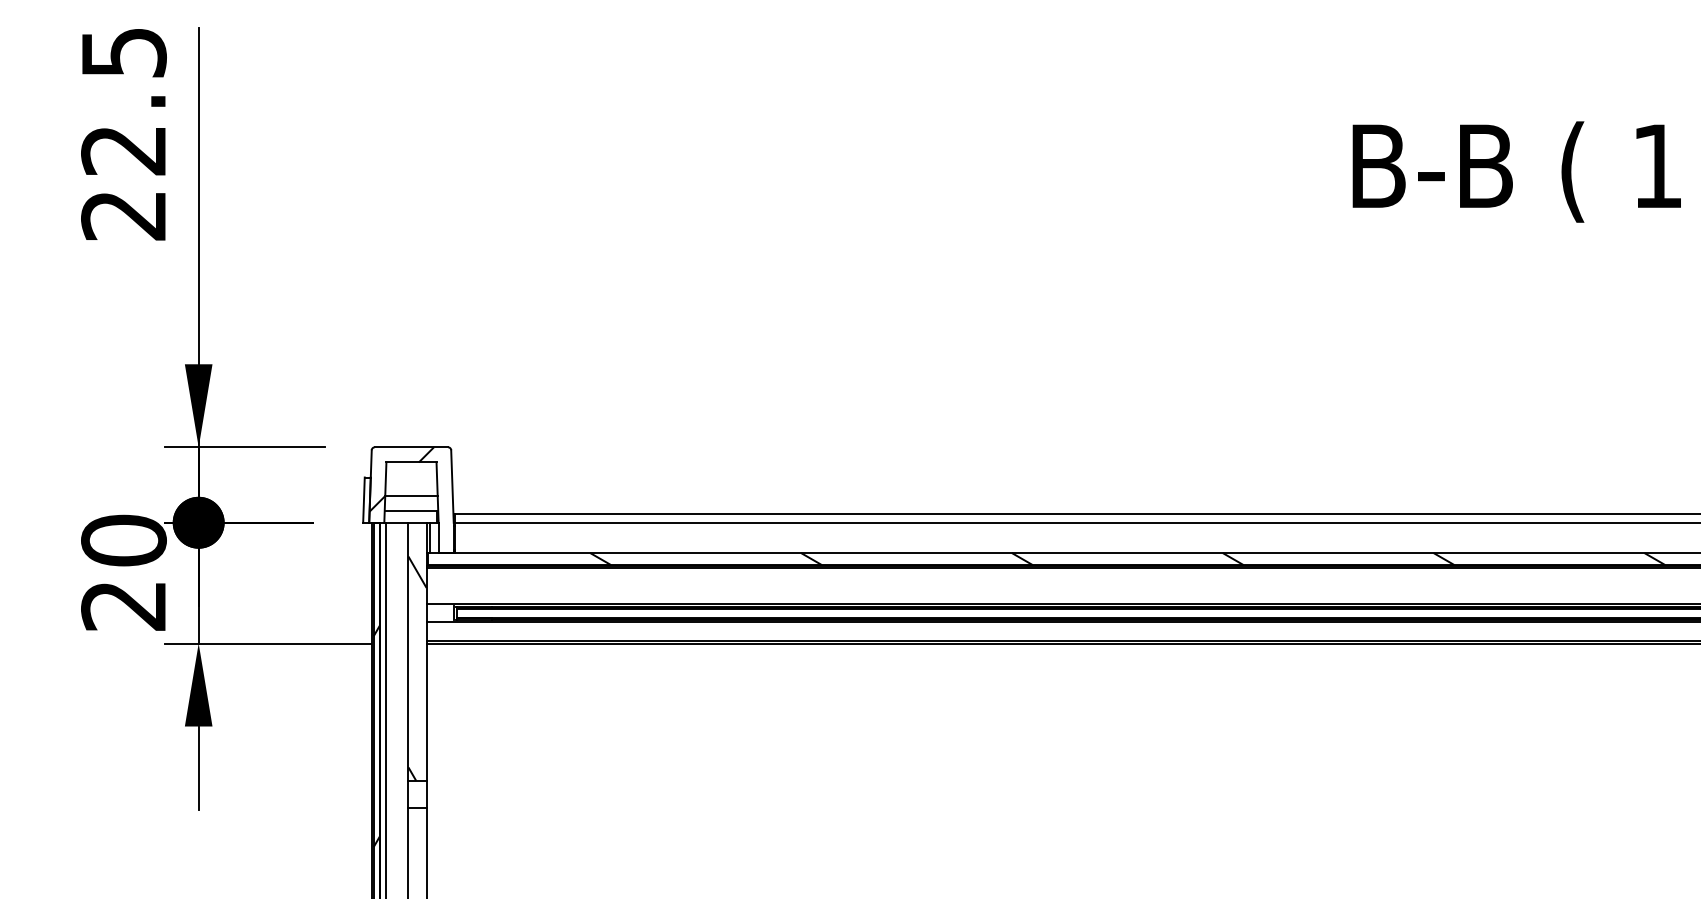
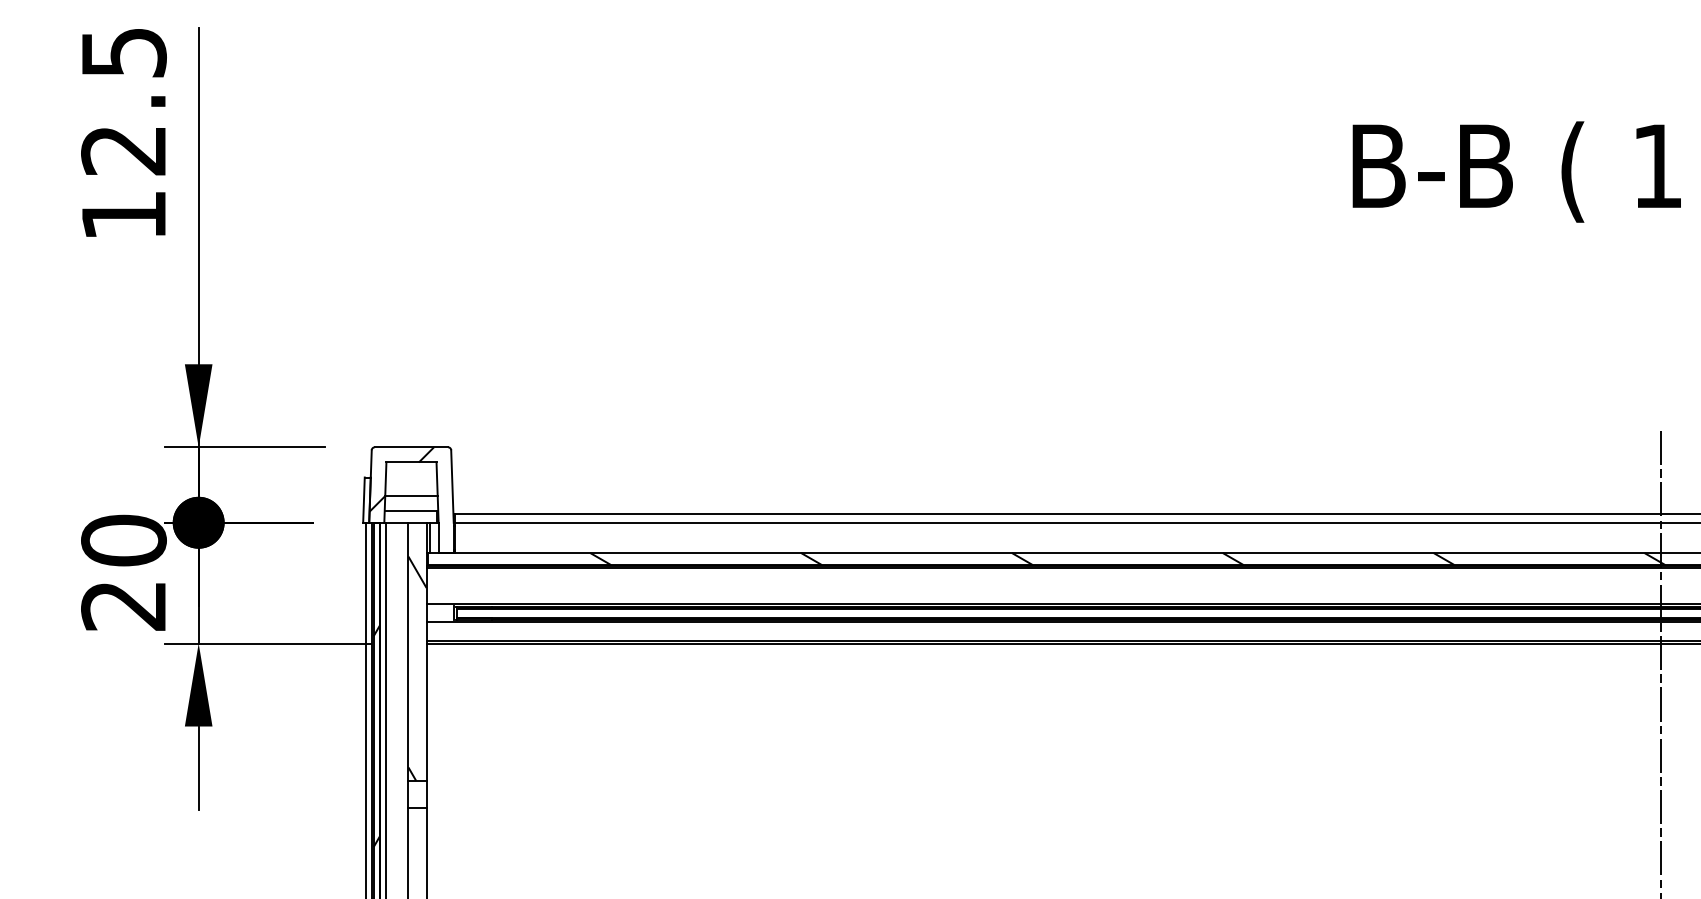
text at (123, 216): 22.5 -> 12.5
line at (1661, 662): none -> present
line at (366, 708): none -> present
